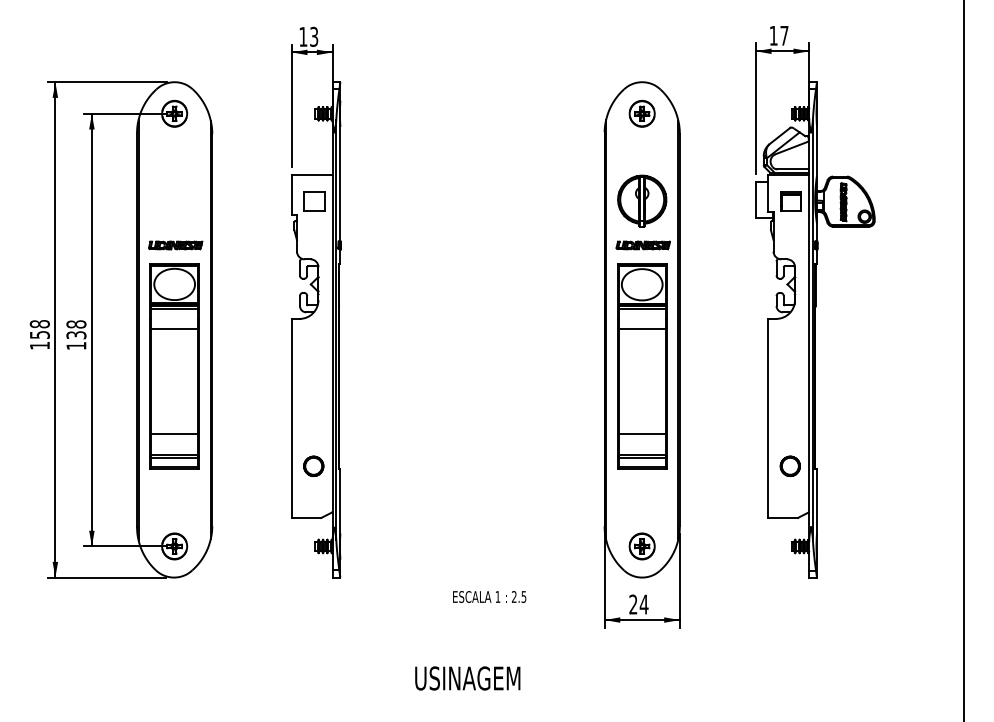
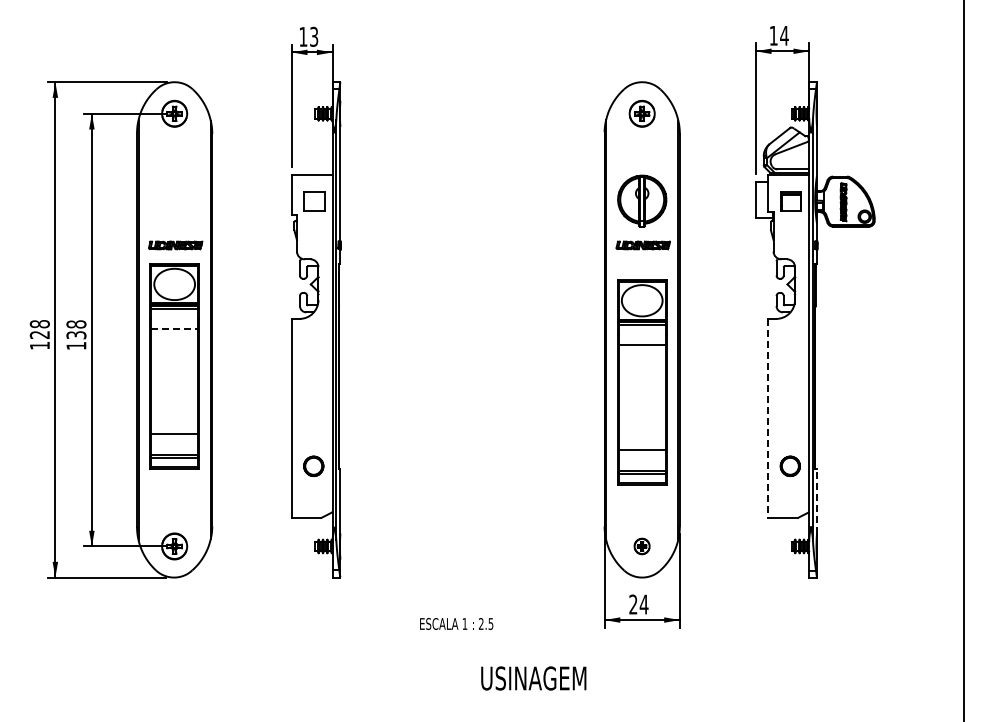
text at (784, 35): 17 -> 14
line at (174, 329): solid -> dashed
text at (39, 334): 158 -> 128
part at (642, 366) position: (642, 366) -> (642, 382)
line at (768, 418): solid -> dashed
line at (817, 500): solid -> dashed
part at (641, 546) size: 28x29 px -> 18x19 px
text at (489, 596) position: (489, 596) -> (456, 623)
text at (467, 678) position: (467, 678) -> (533, 678)
